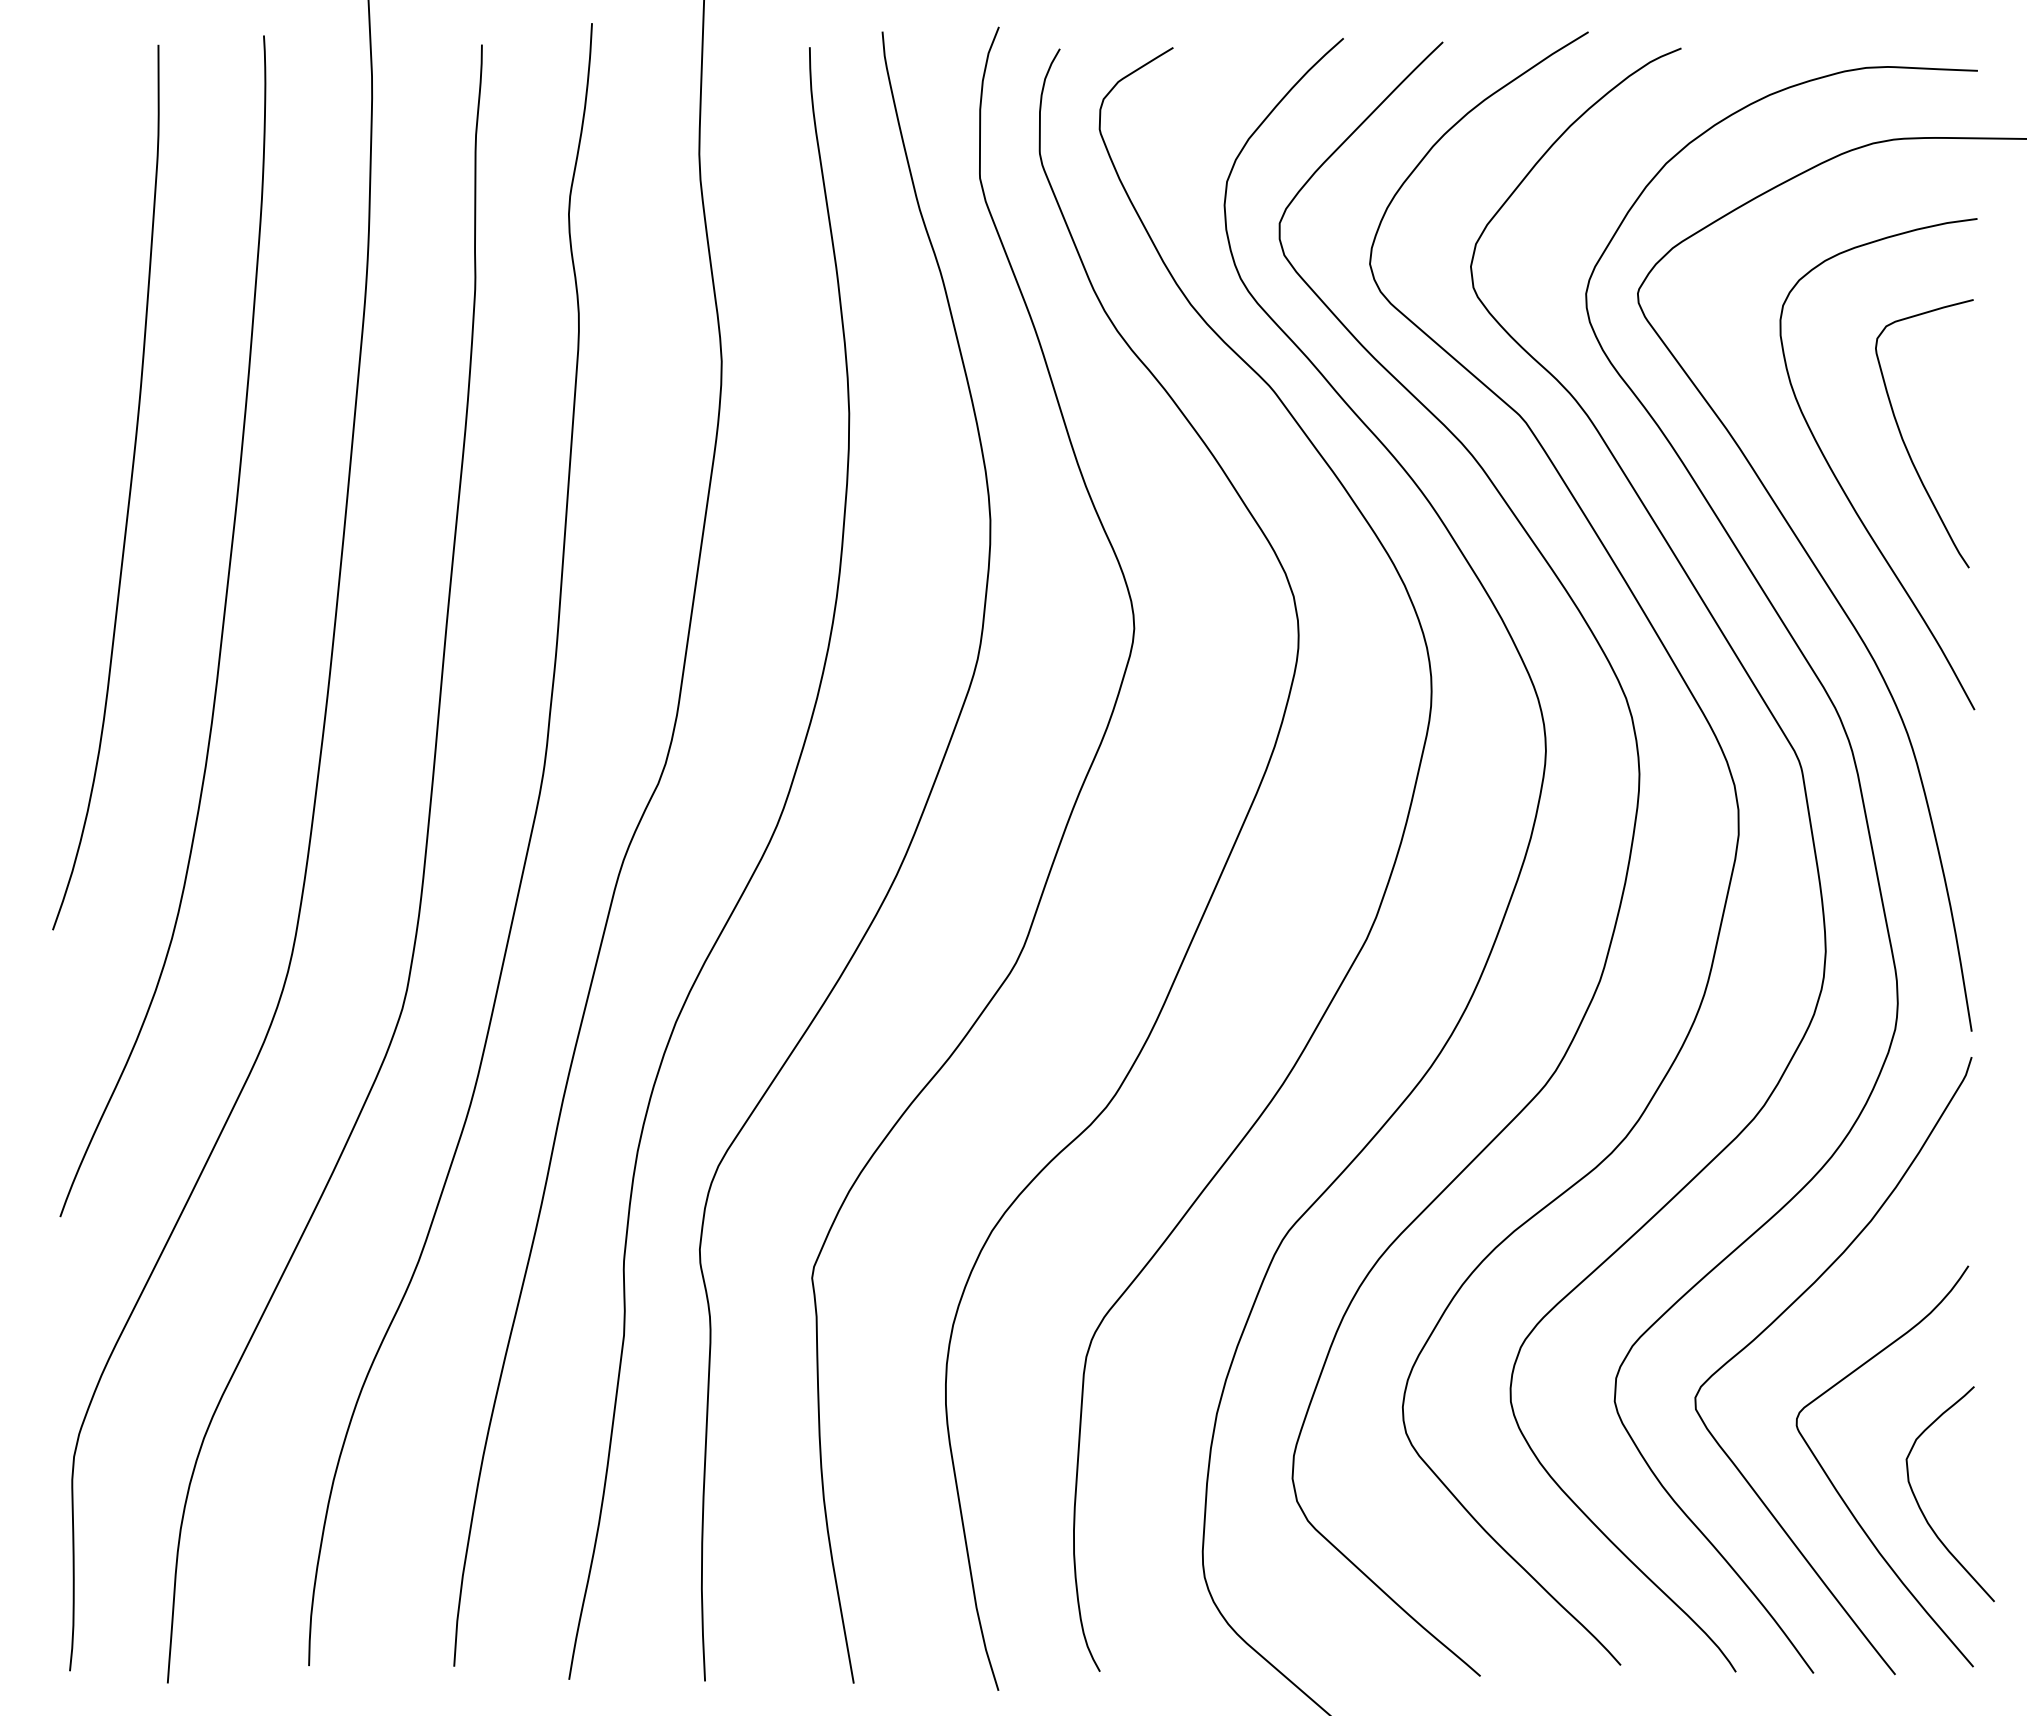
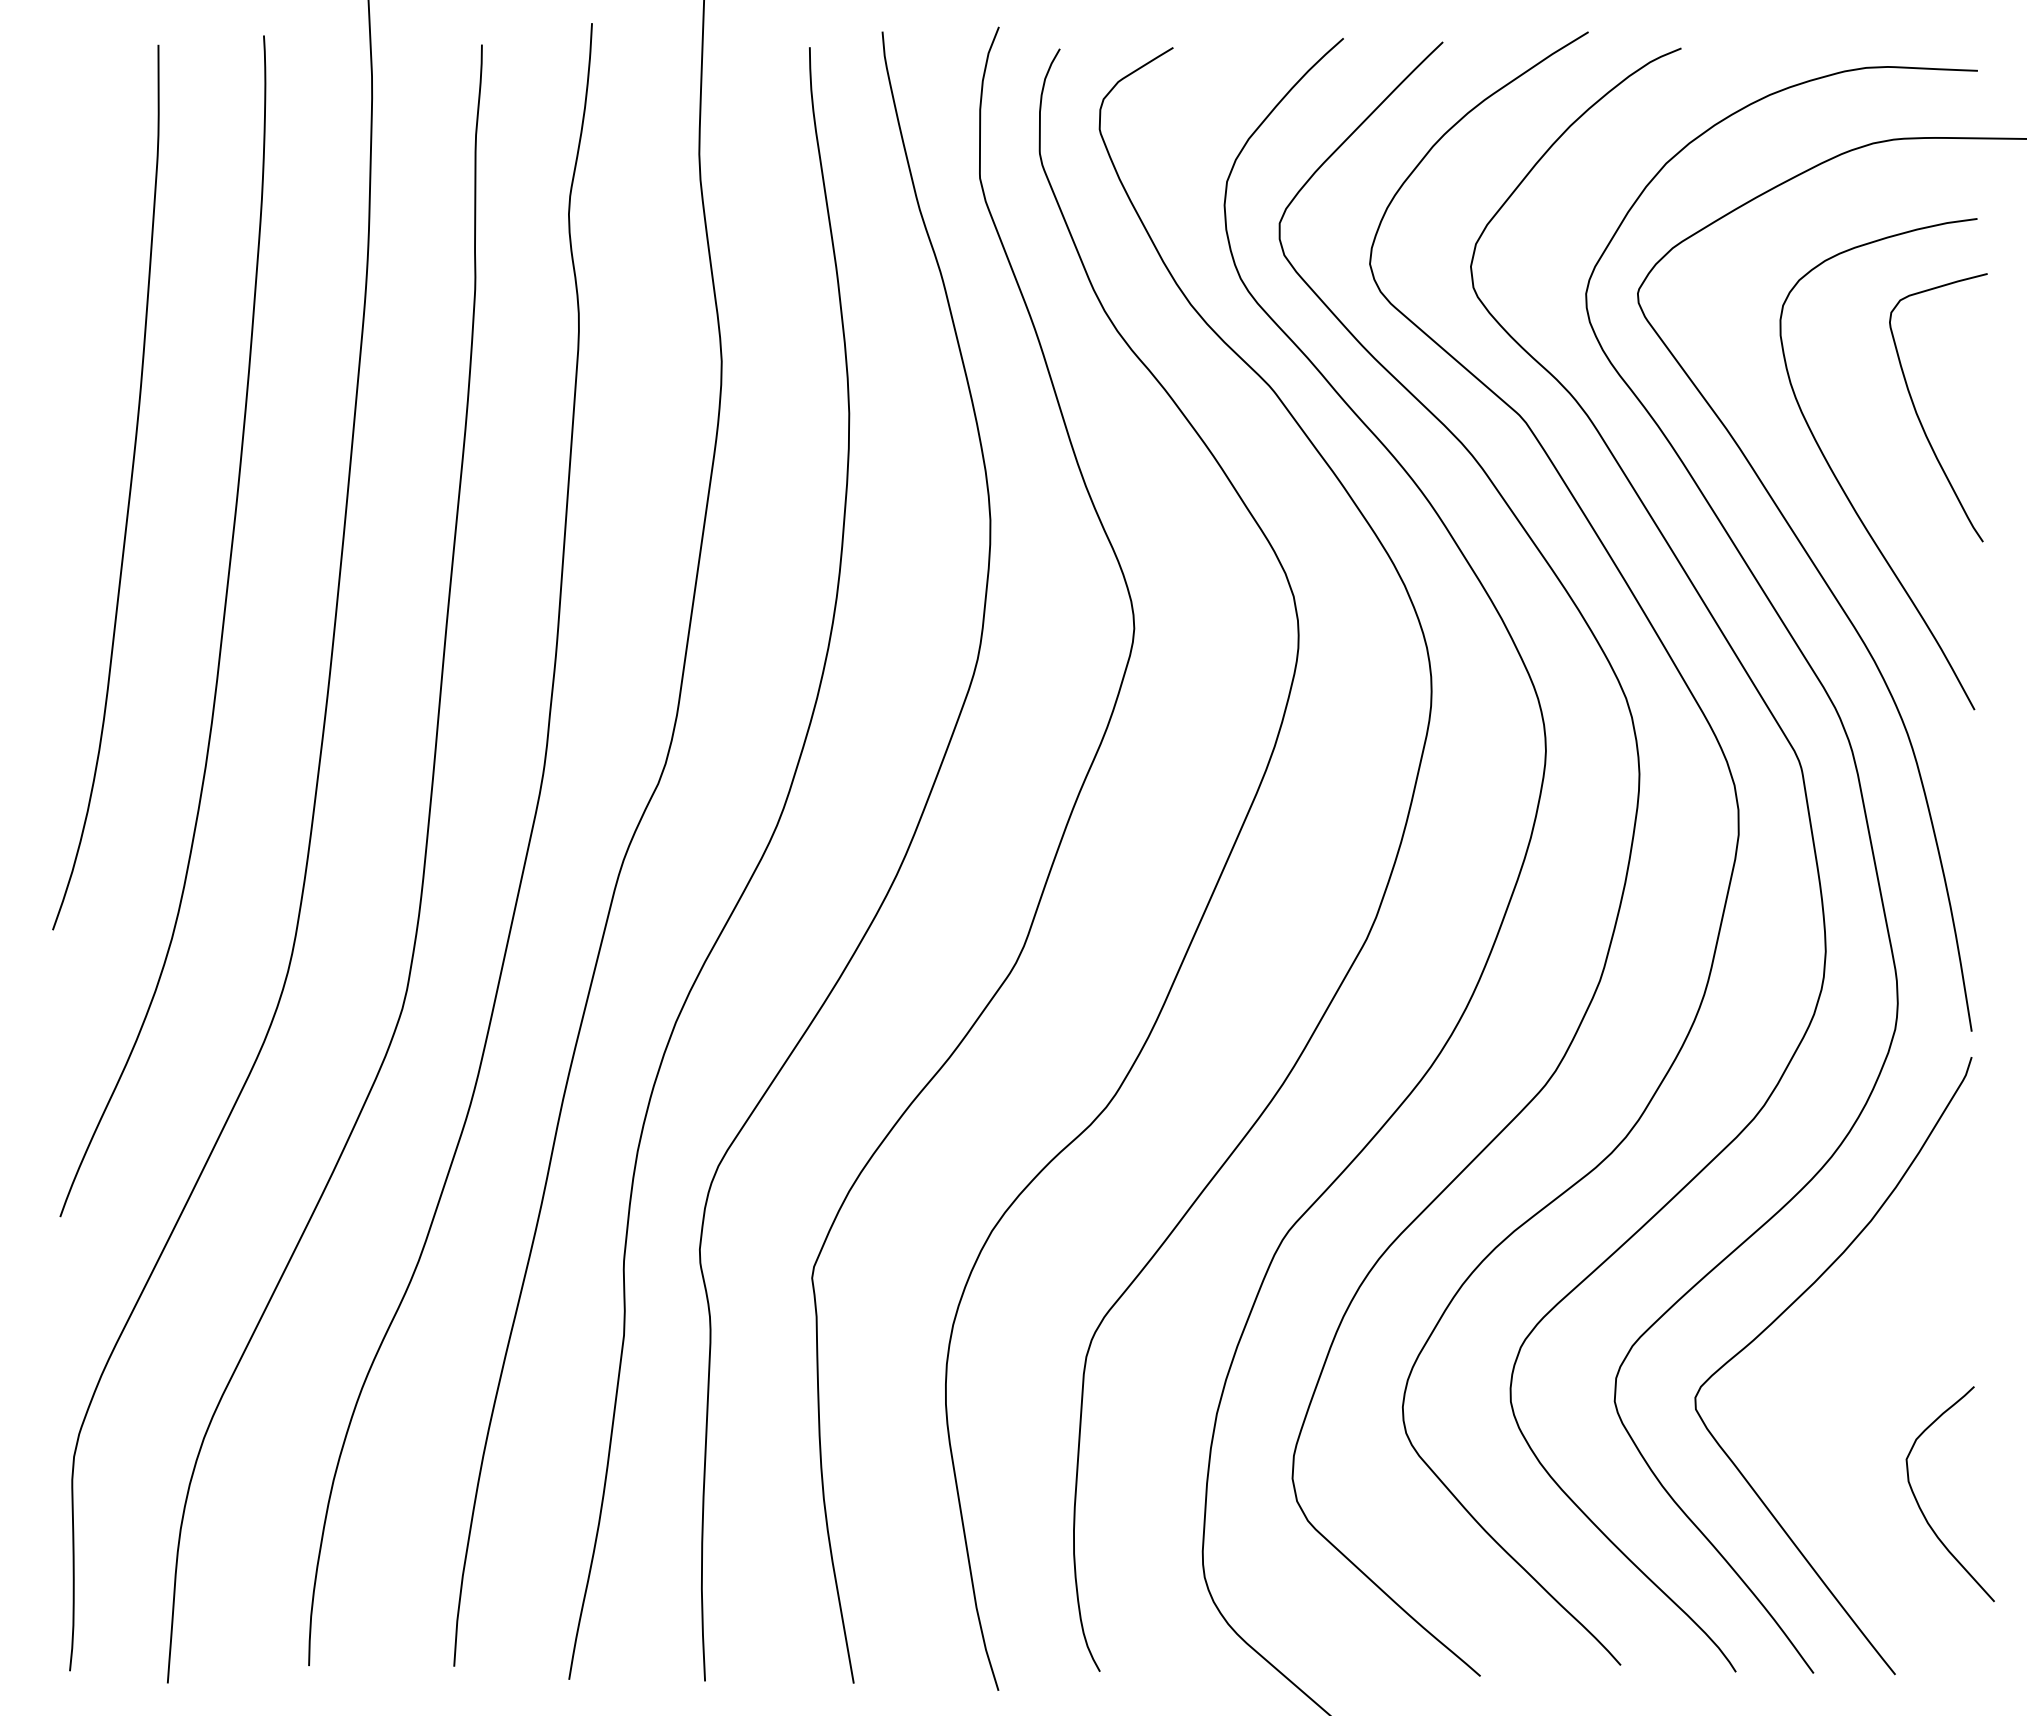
curve at (1905, 443) position: (1905, 443) -> (1919, 417)
curve at (1840, 1494): present -> none
